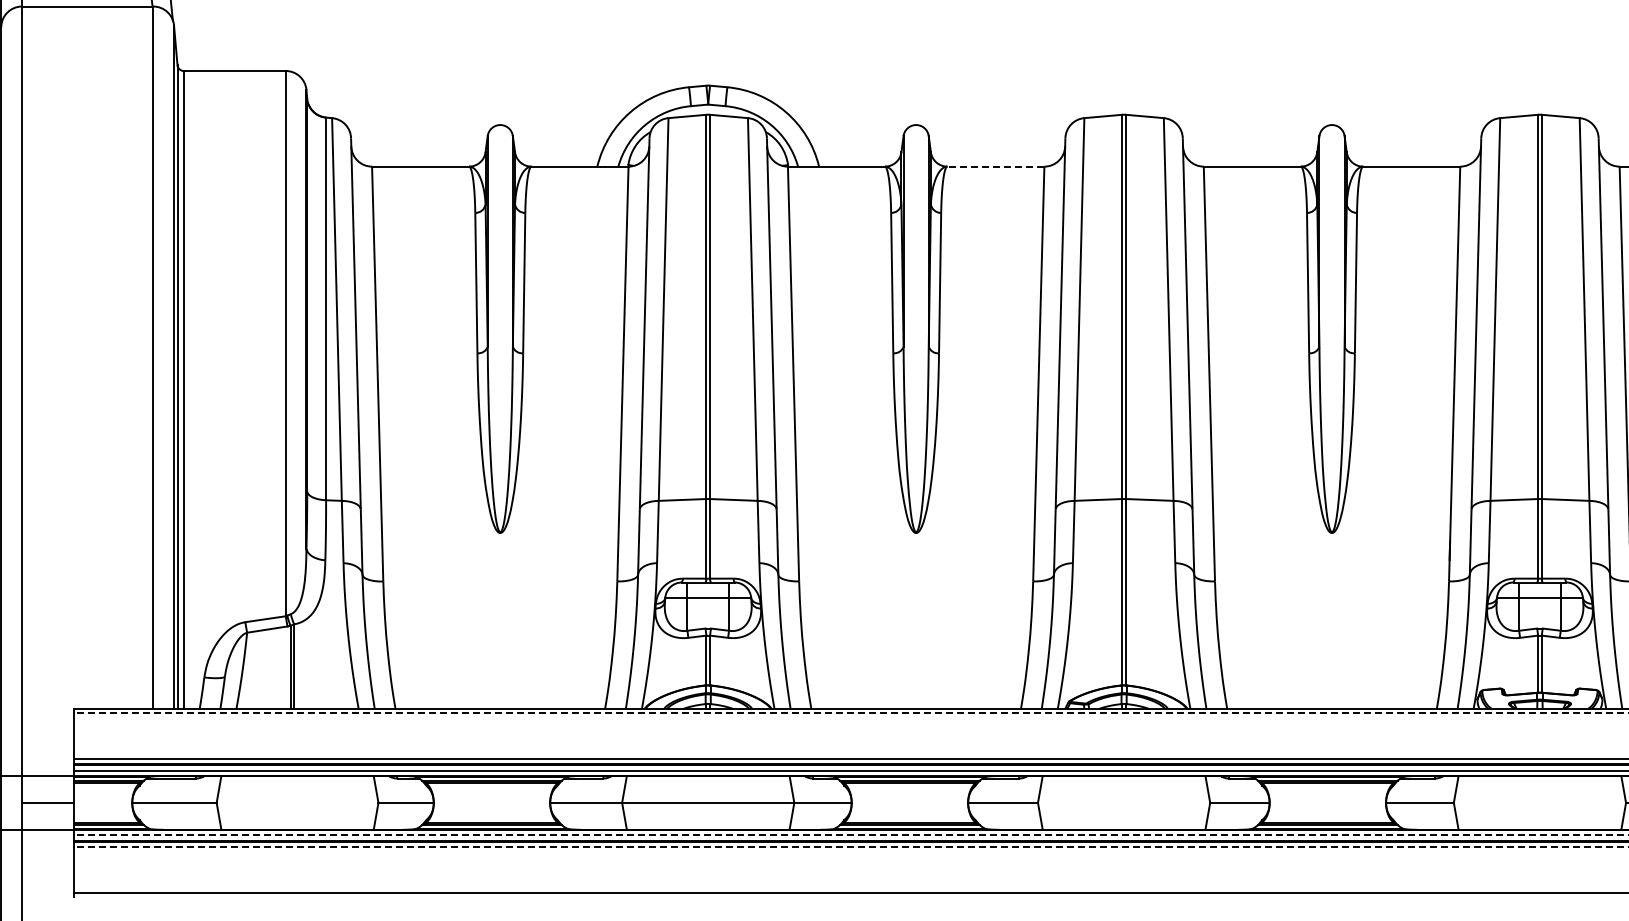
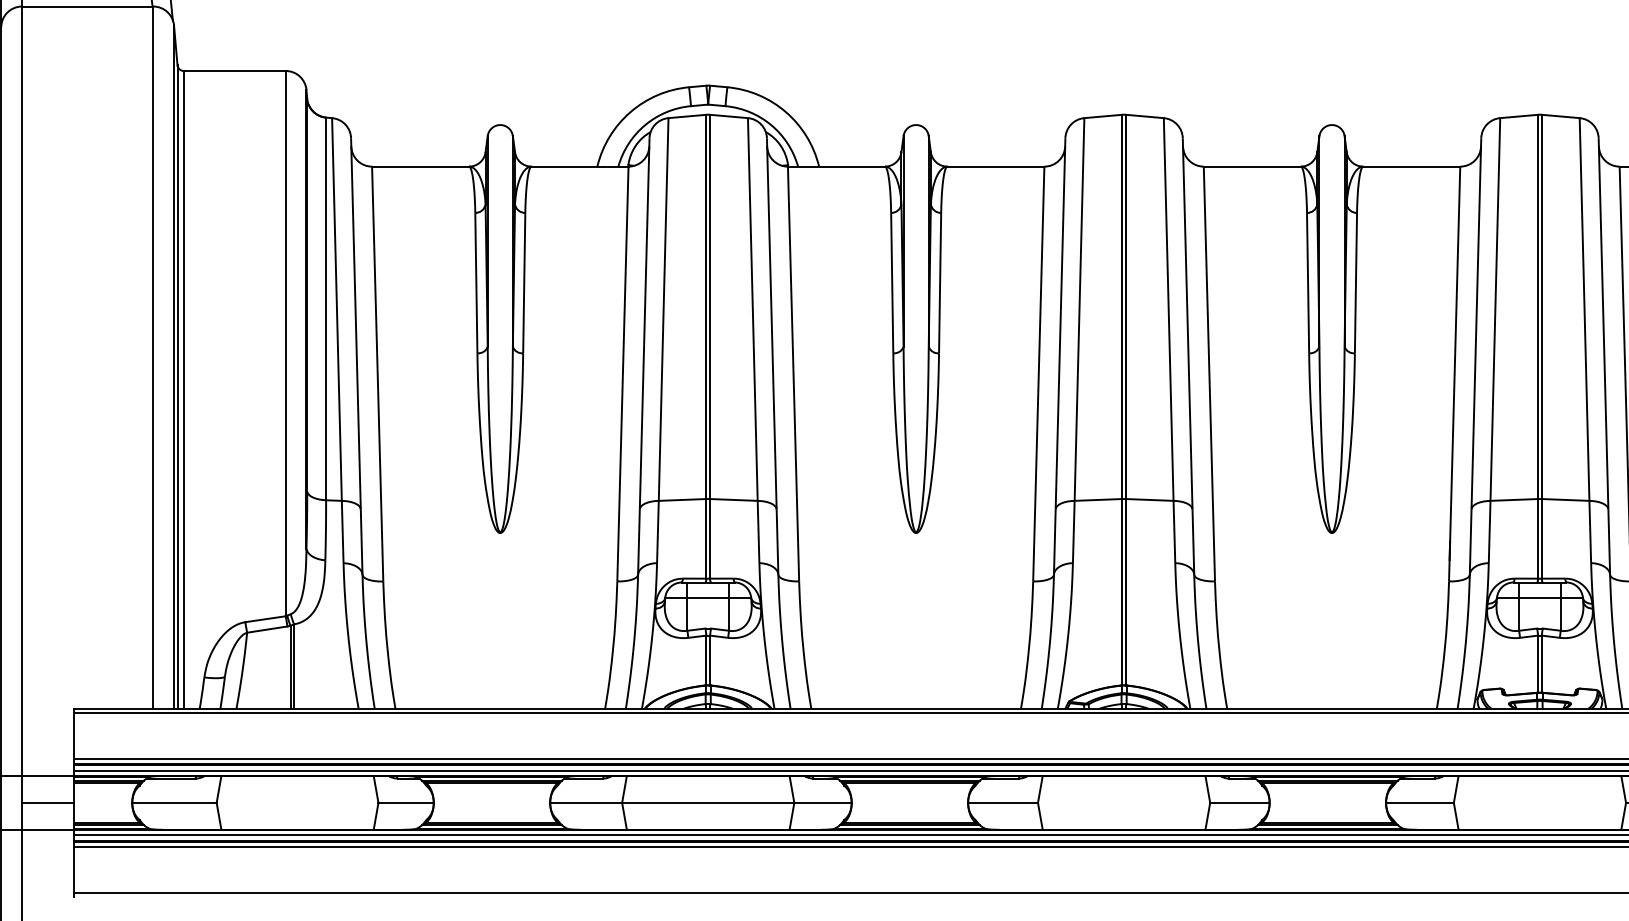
line at (995, 166): dashed -> solid
line at (850, 713): dashed -> solid
line at (850, 835): dashed -> solid
line at (850, 847): dashed -> solid
